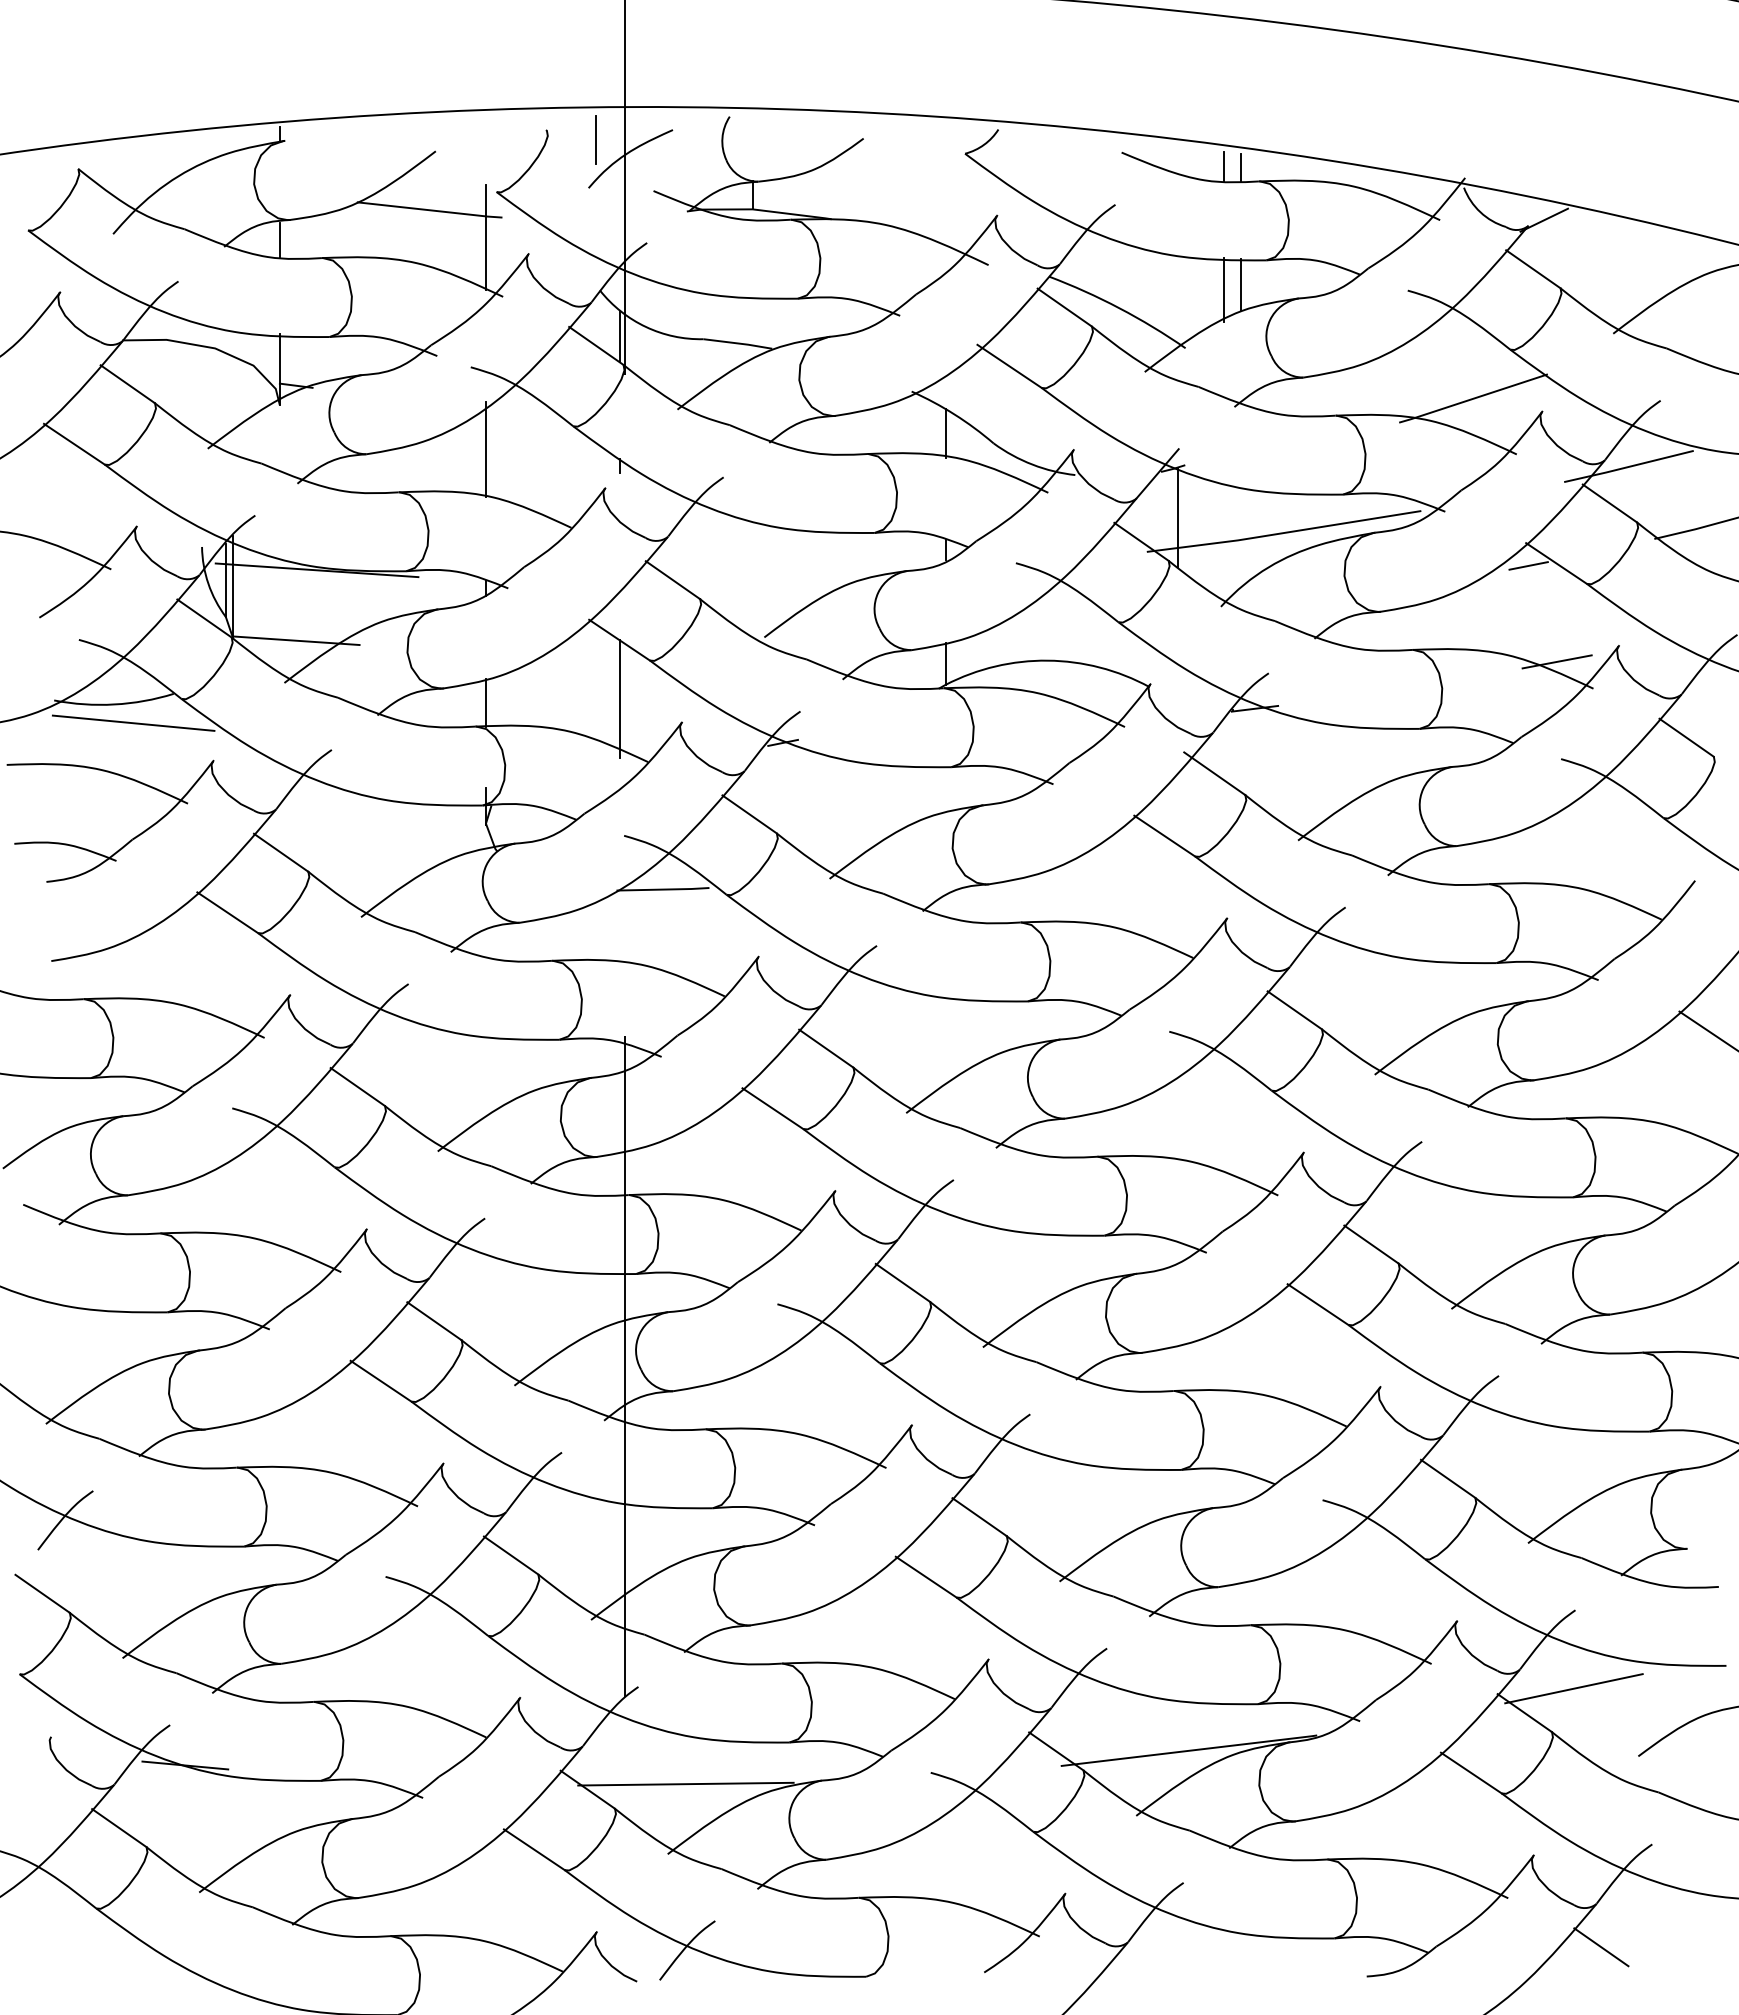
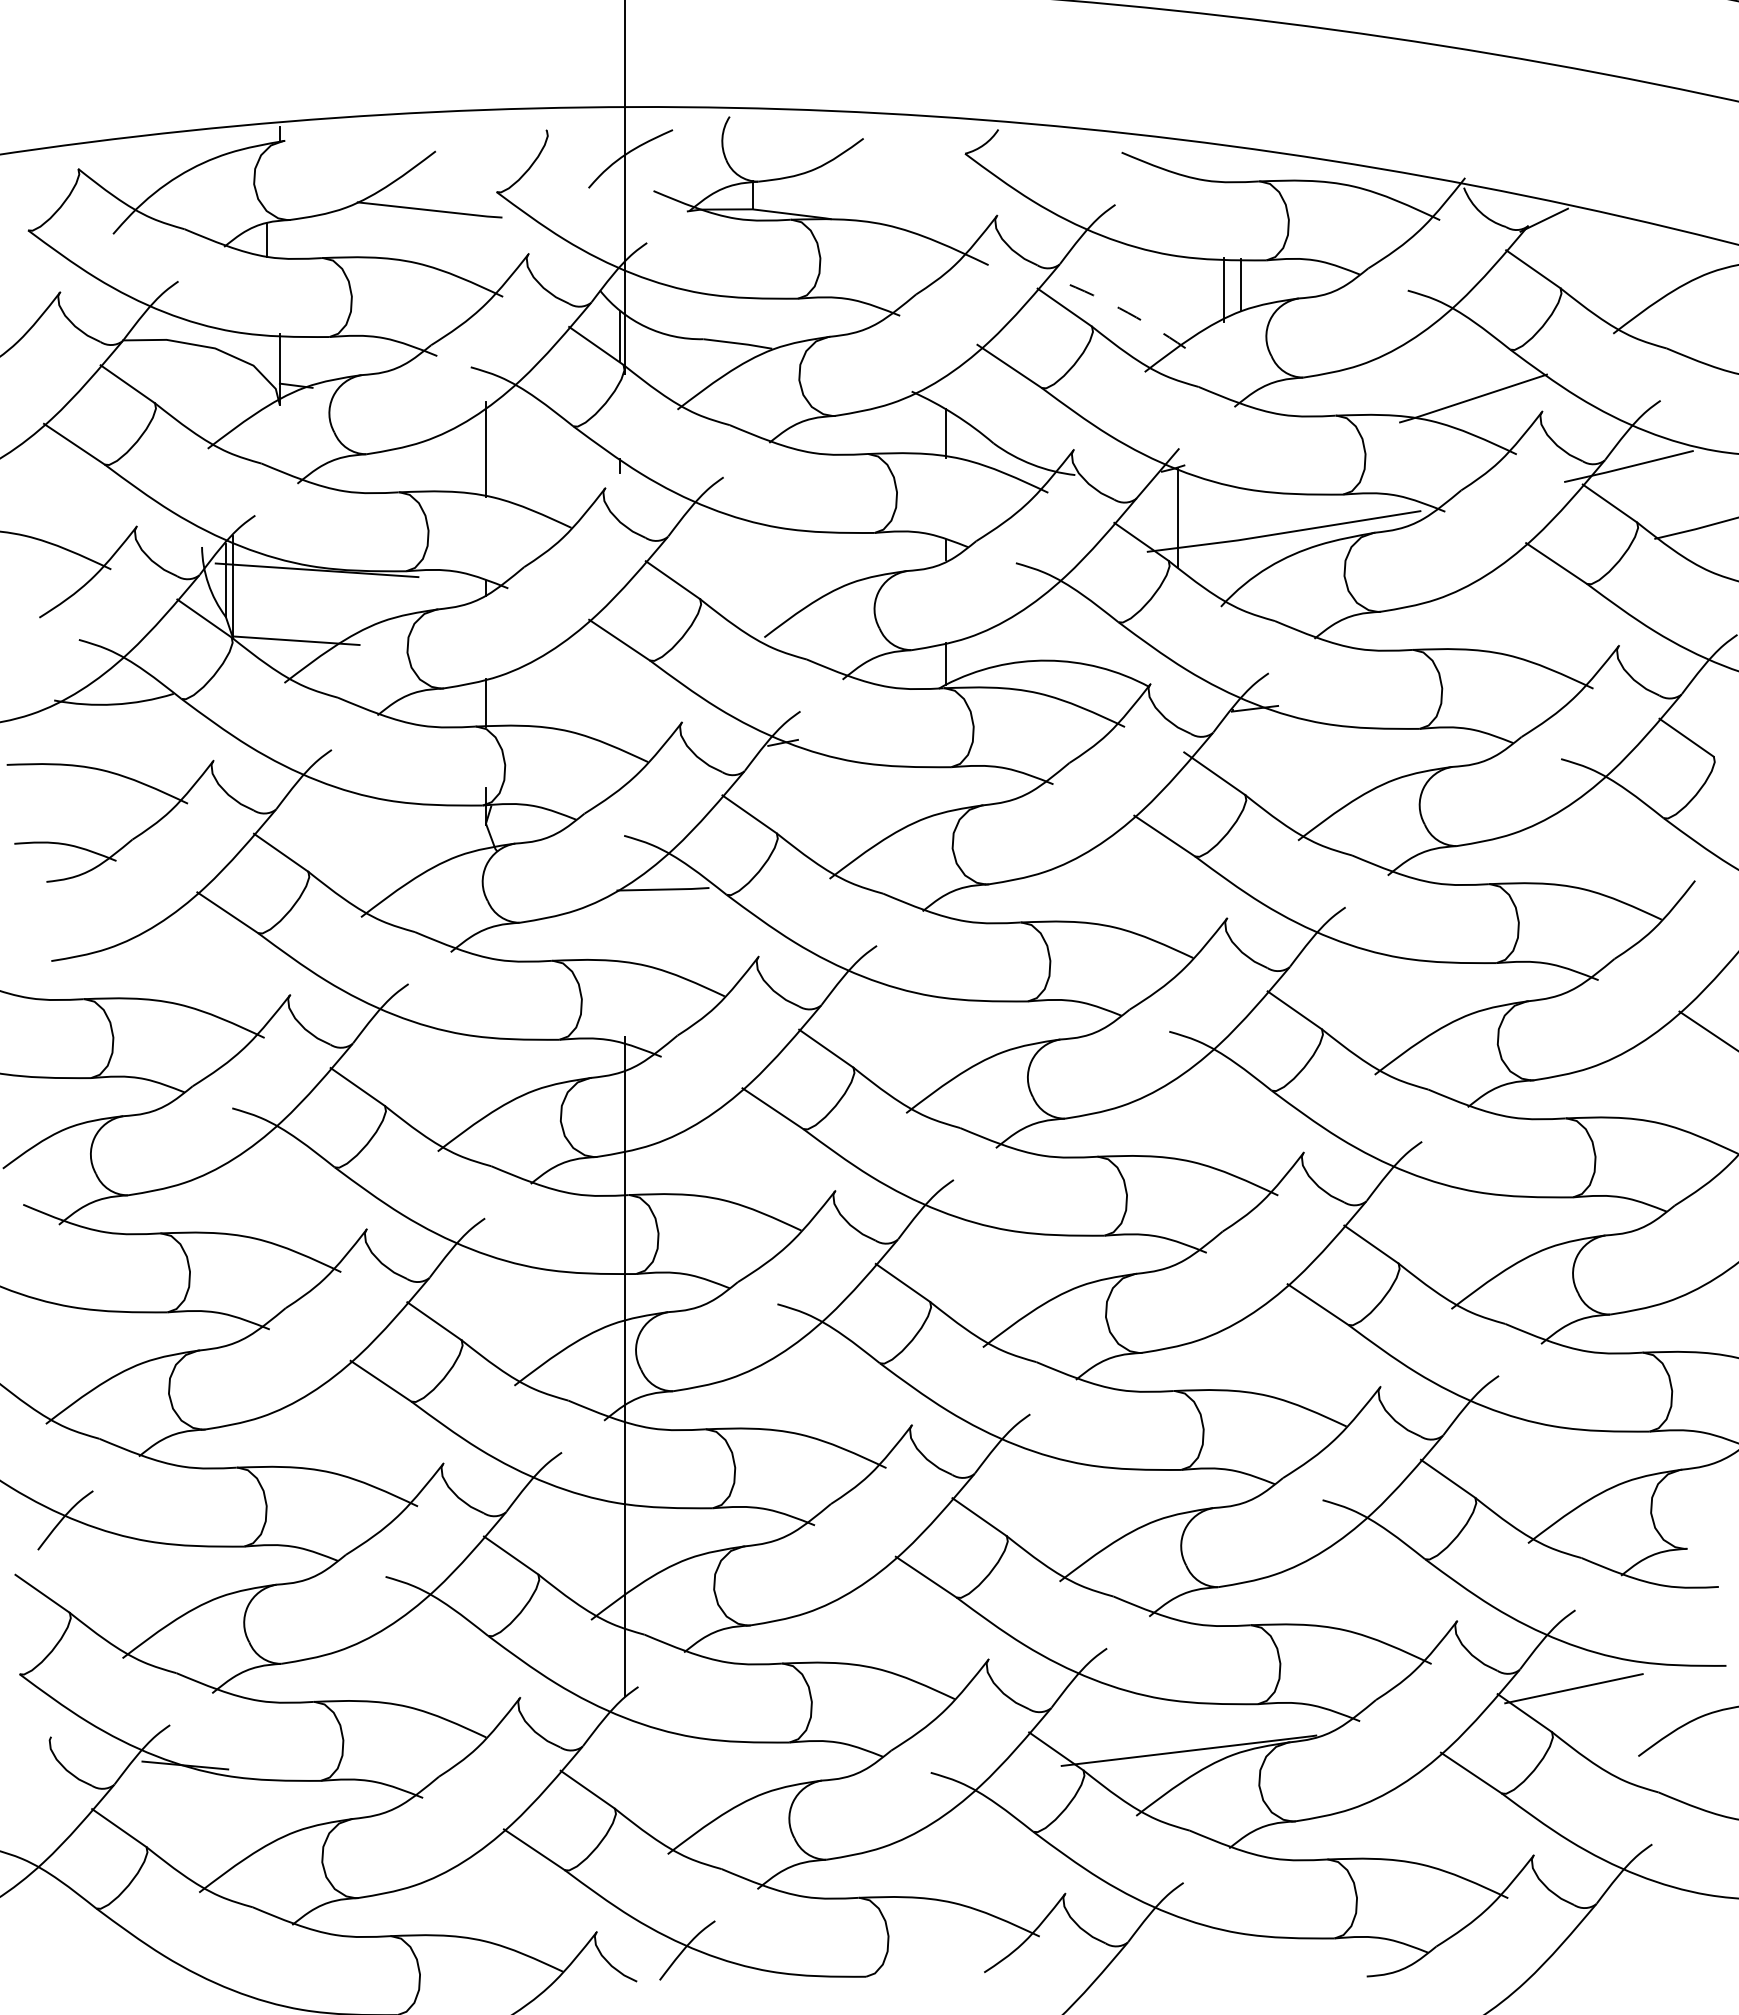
line at (595, 139): present -> none
line at (1224, 165): present -> none
line at (1241, 167): present -> none
line at (485, 237): present -> none
line at (279, 239) position: (279, 239) -> (266, 239)
arc at (1119, 308): solid -> dashed
line at (1528, 565): present -> none
line at (1556, 661): present -> none
line at (619, 699): present -> none
line at (133, 722): present -> none
line at (685, 1783): present -> none
line at (1601, 1947): present -> none
